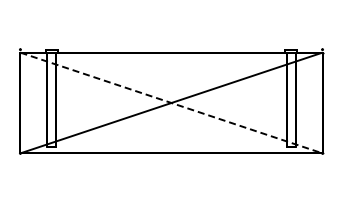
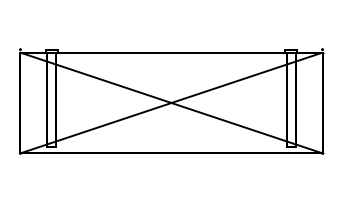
line at (171, 103): dashed -> solid
